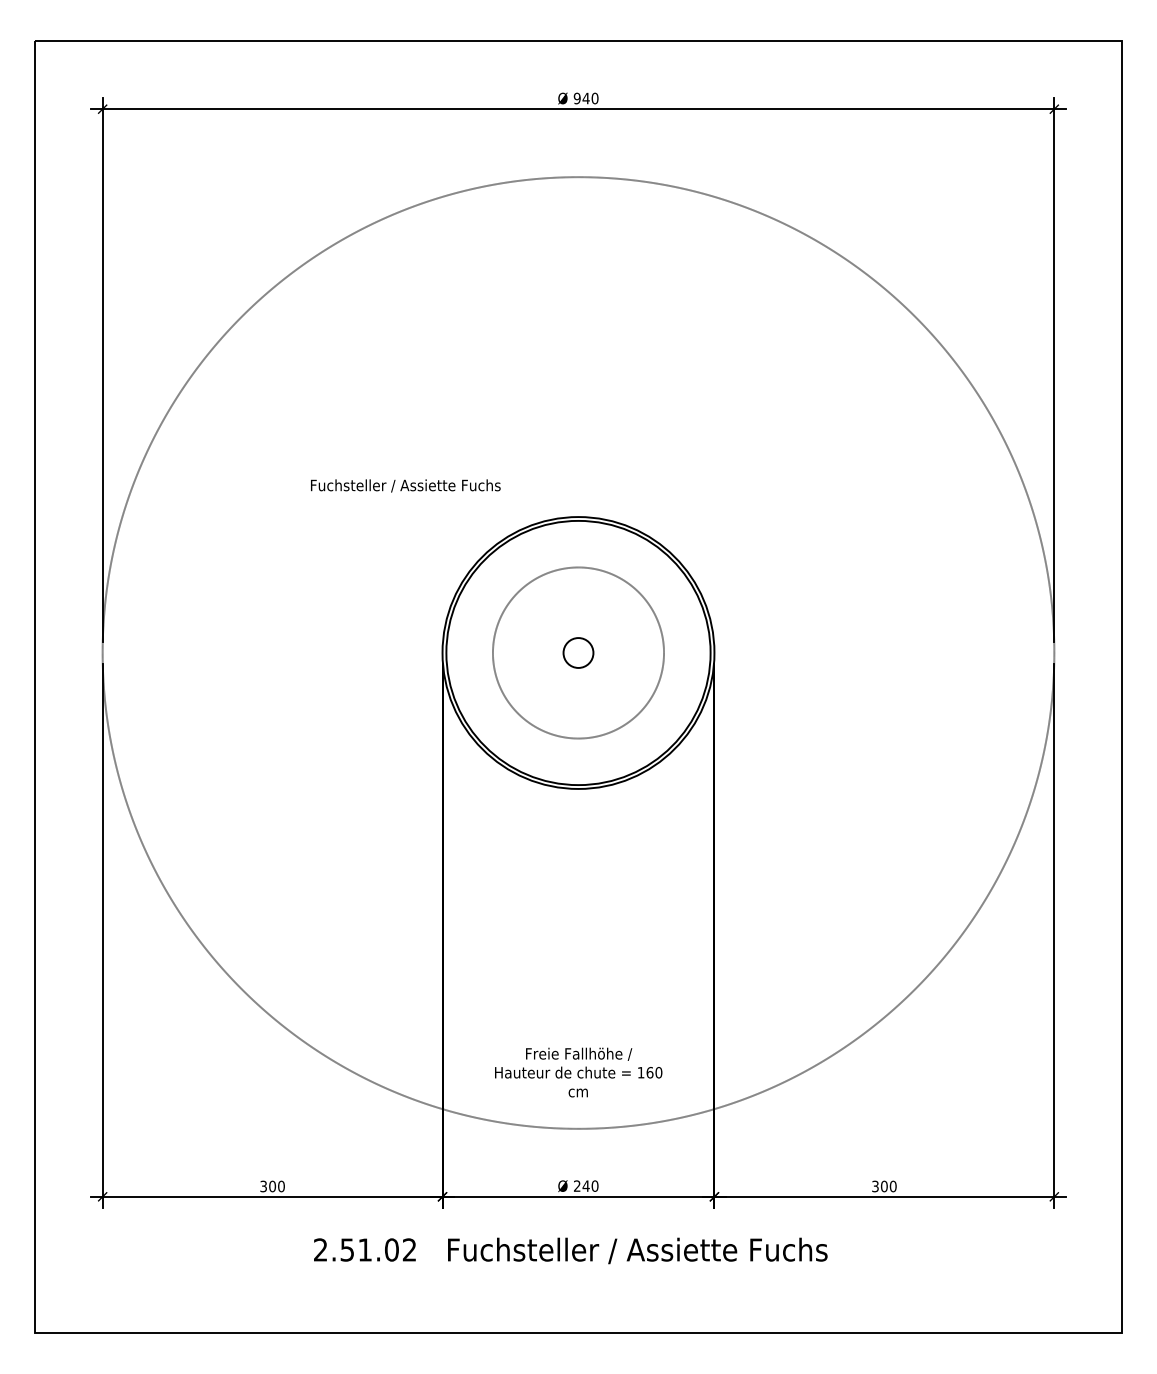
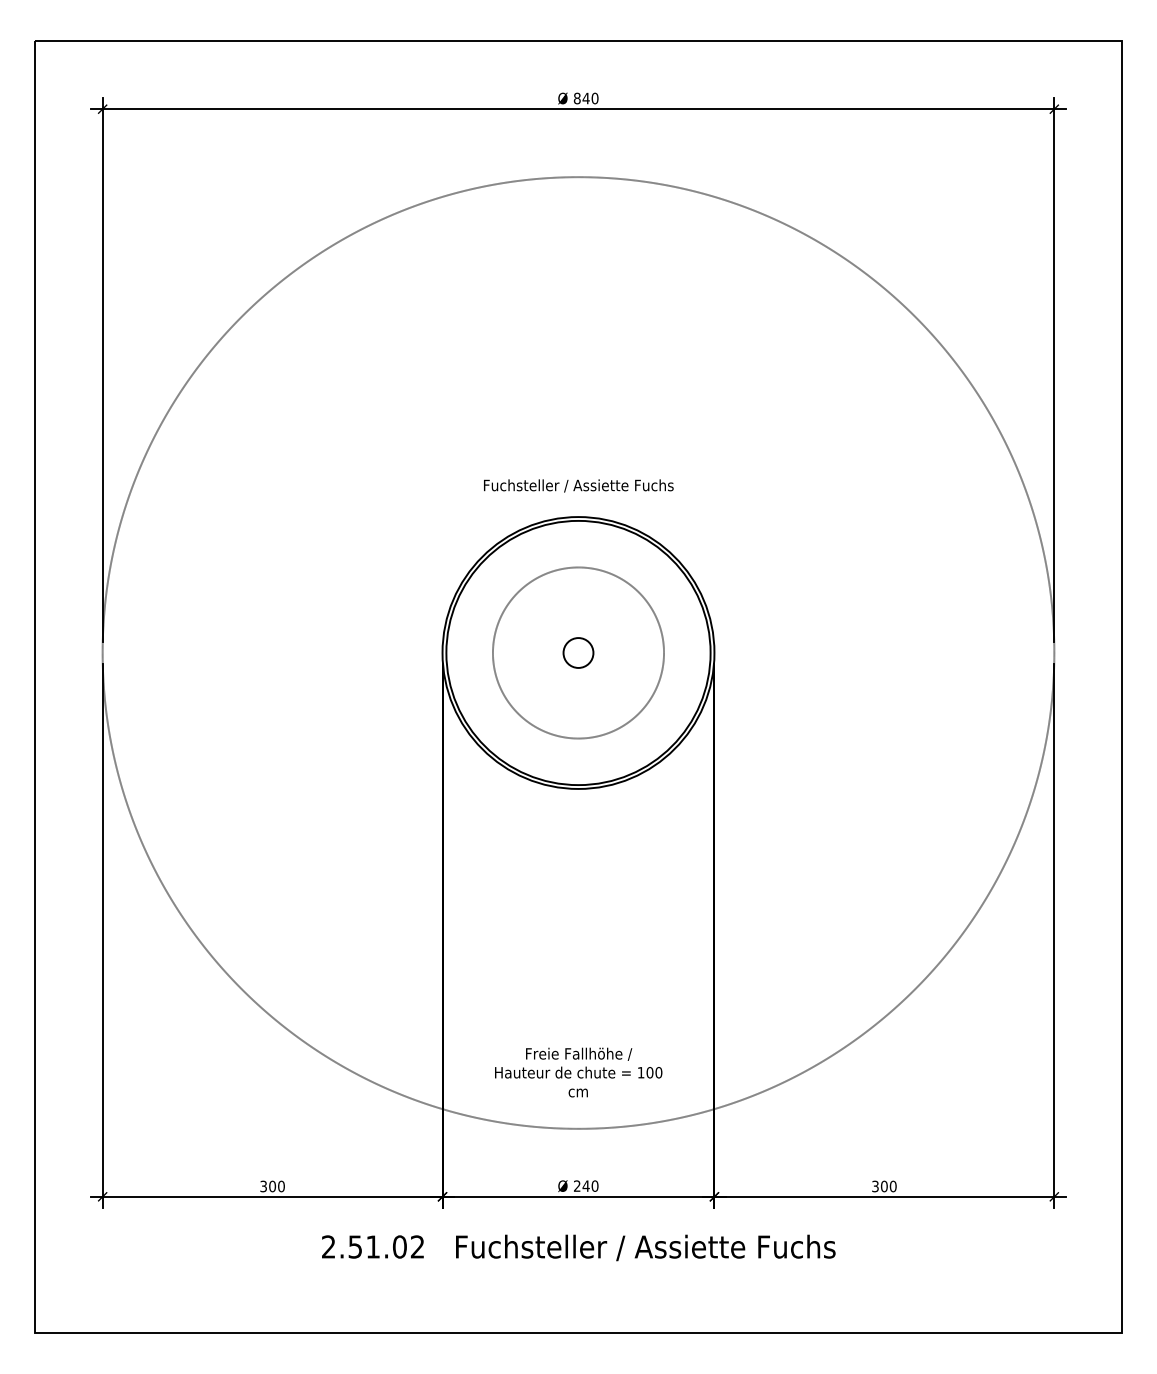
text at (576, 98): 940 -> 840
text at (405, 485) position: (405, 485) -> (578, 485)
text at (649, 1072): 160 -> 100
text at (570, 1250) position: (570, 1250) -> (578, 1247)
